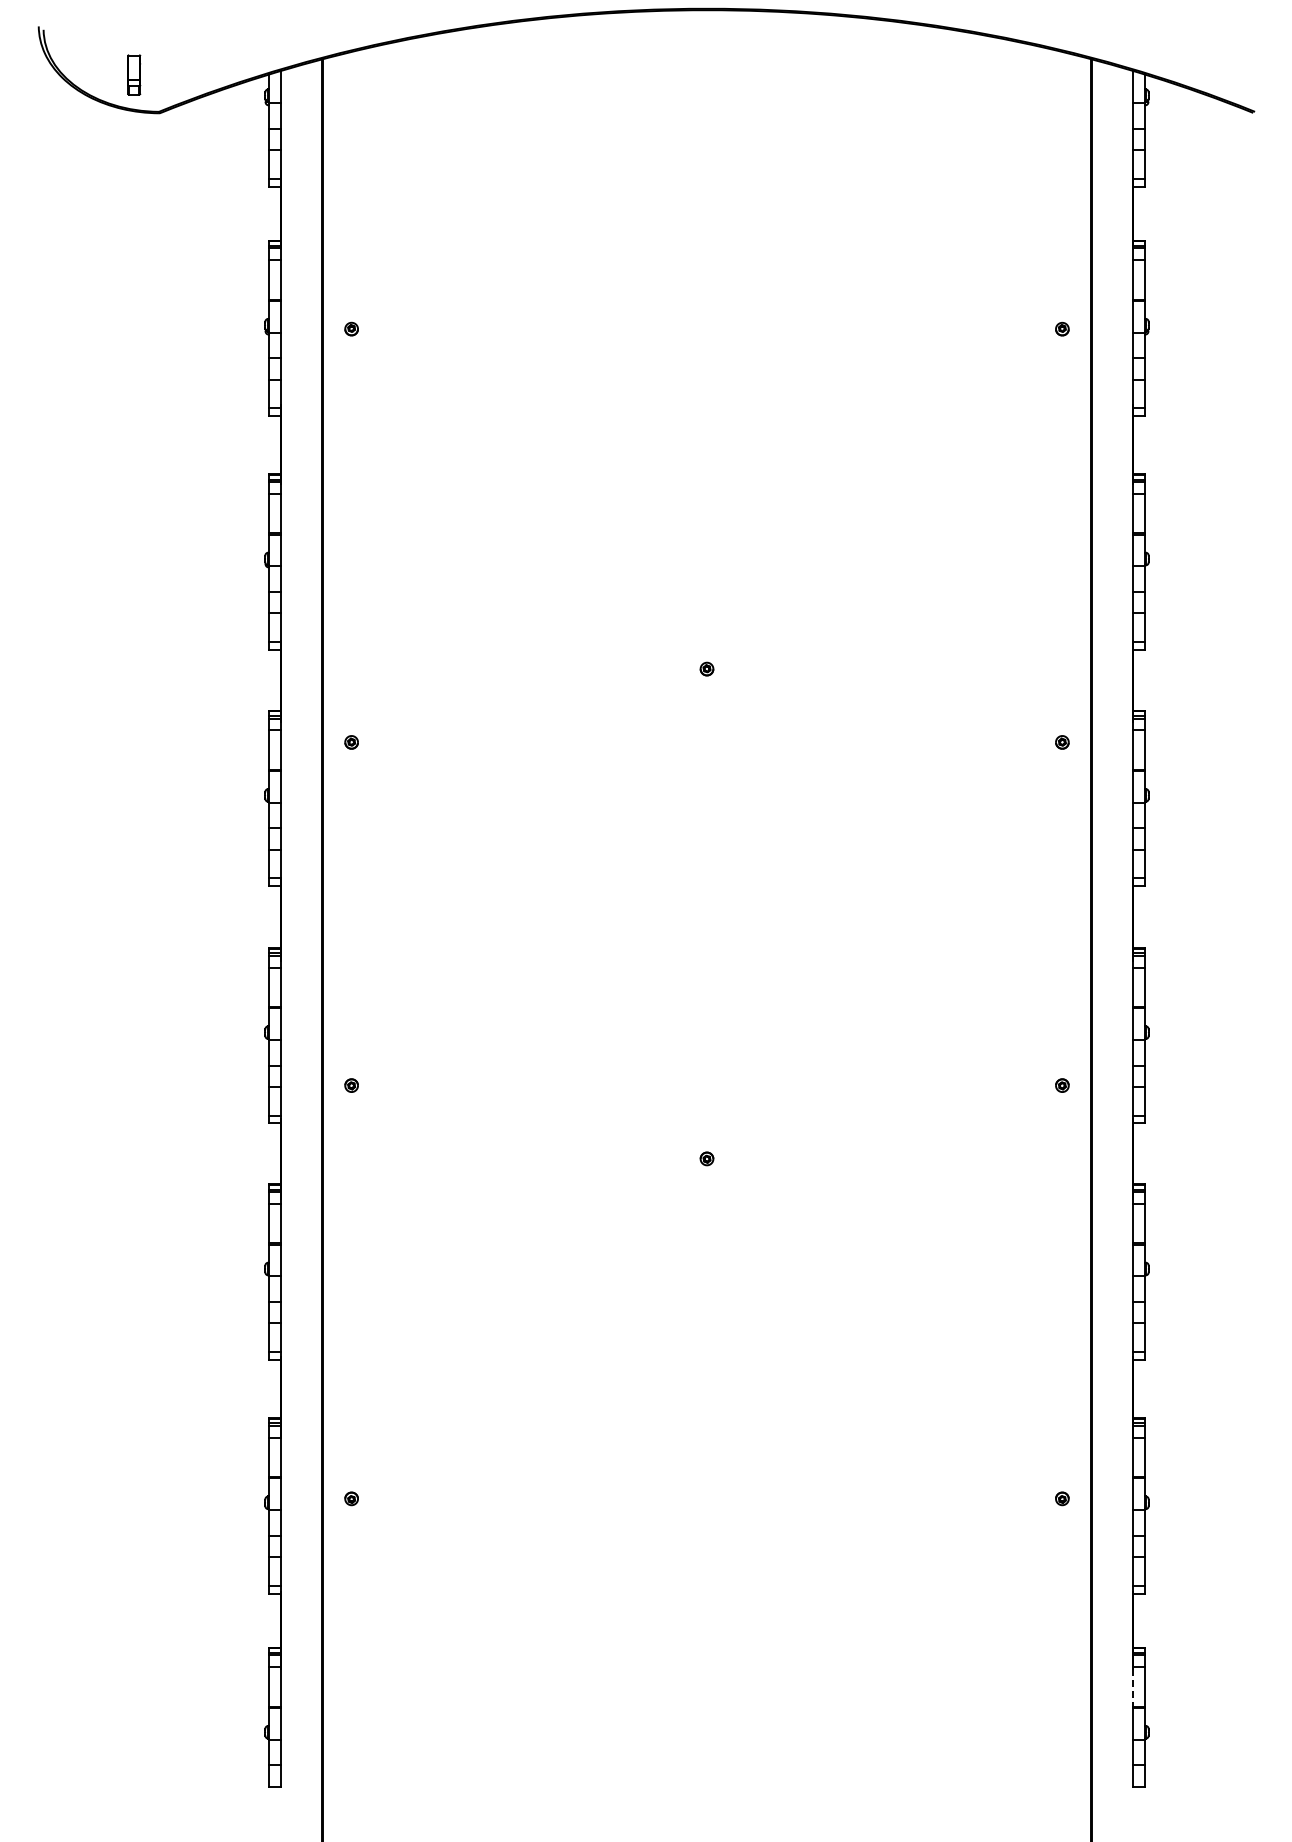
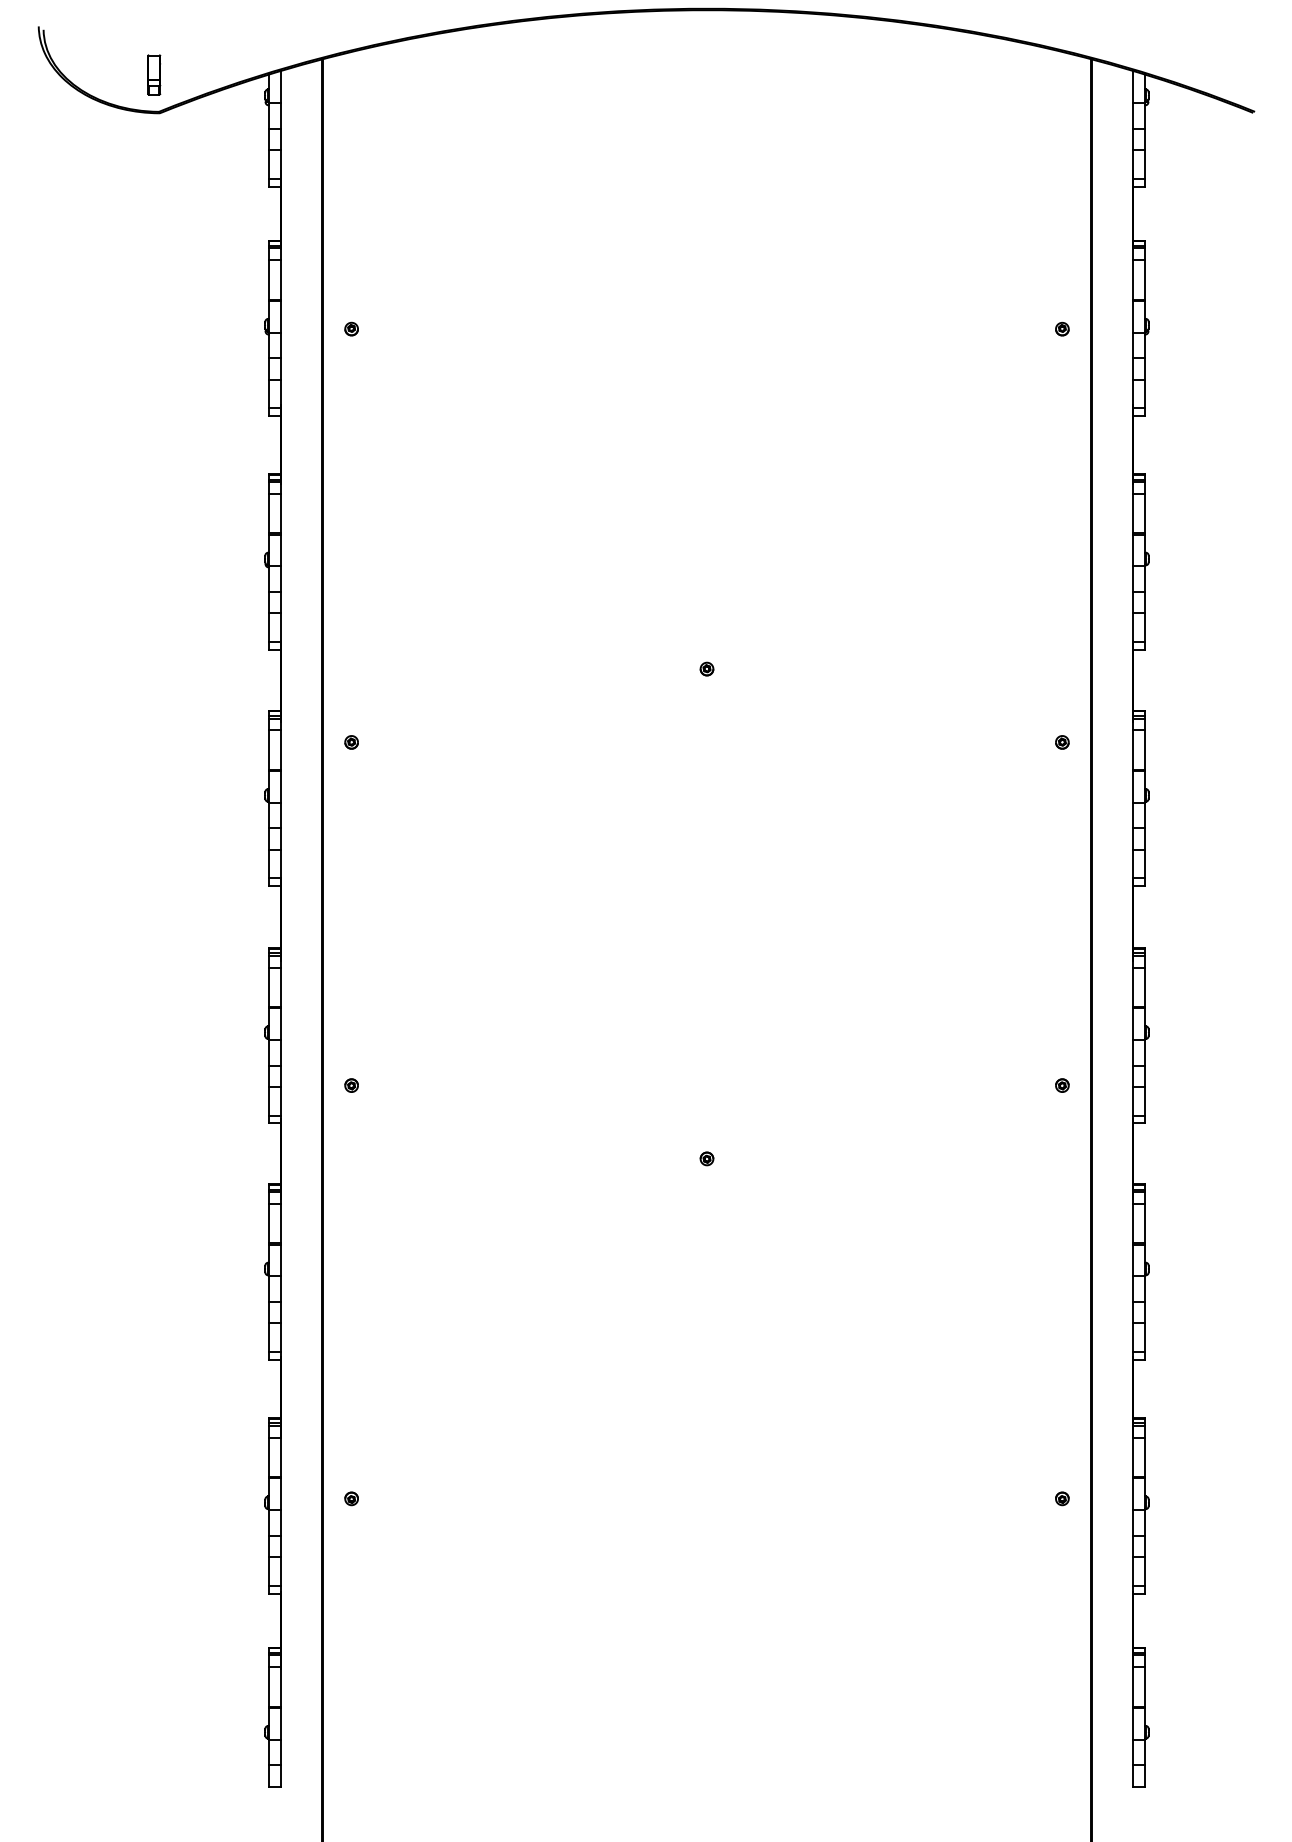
part at (134, 74) position: (134, 74) -> (154, 74)
line at (1132, 1688): dashed -> solid
